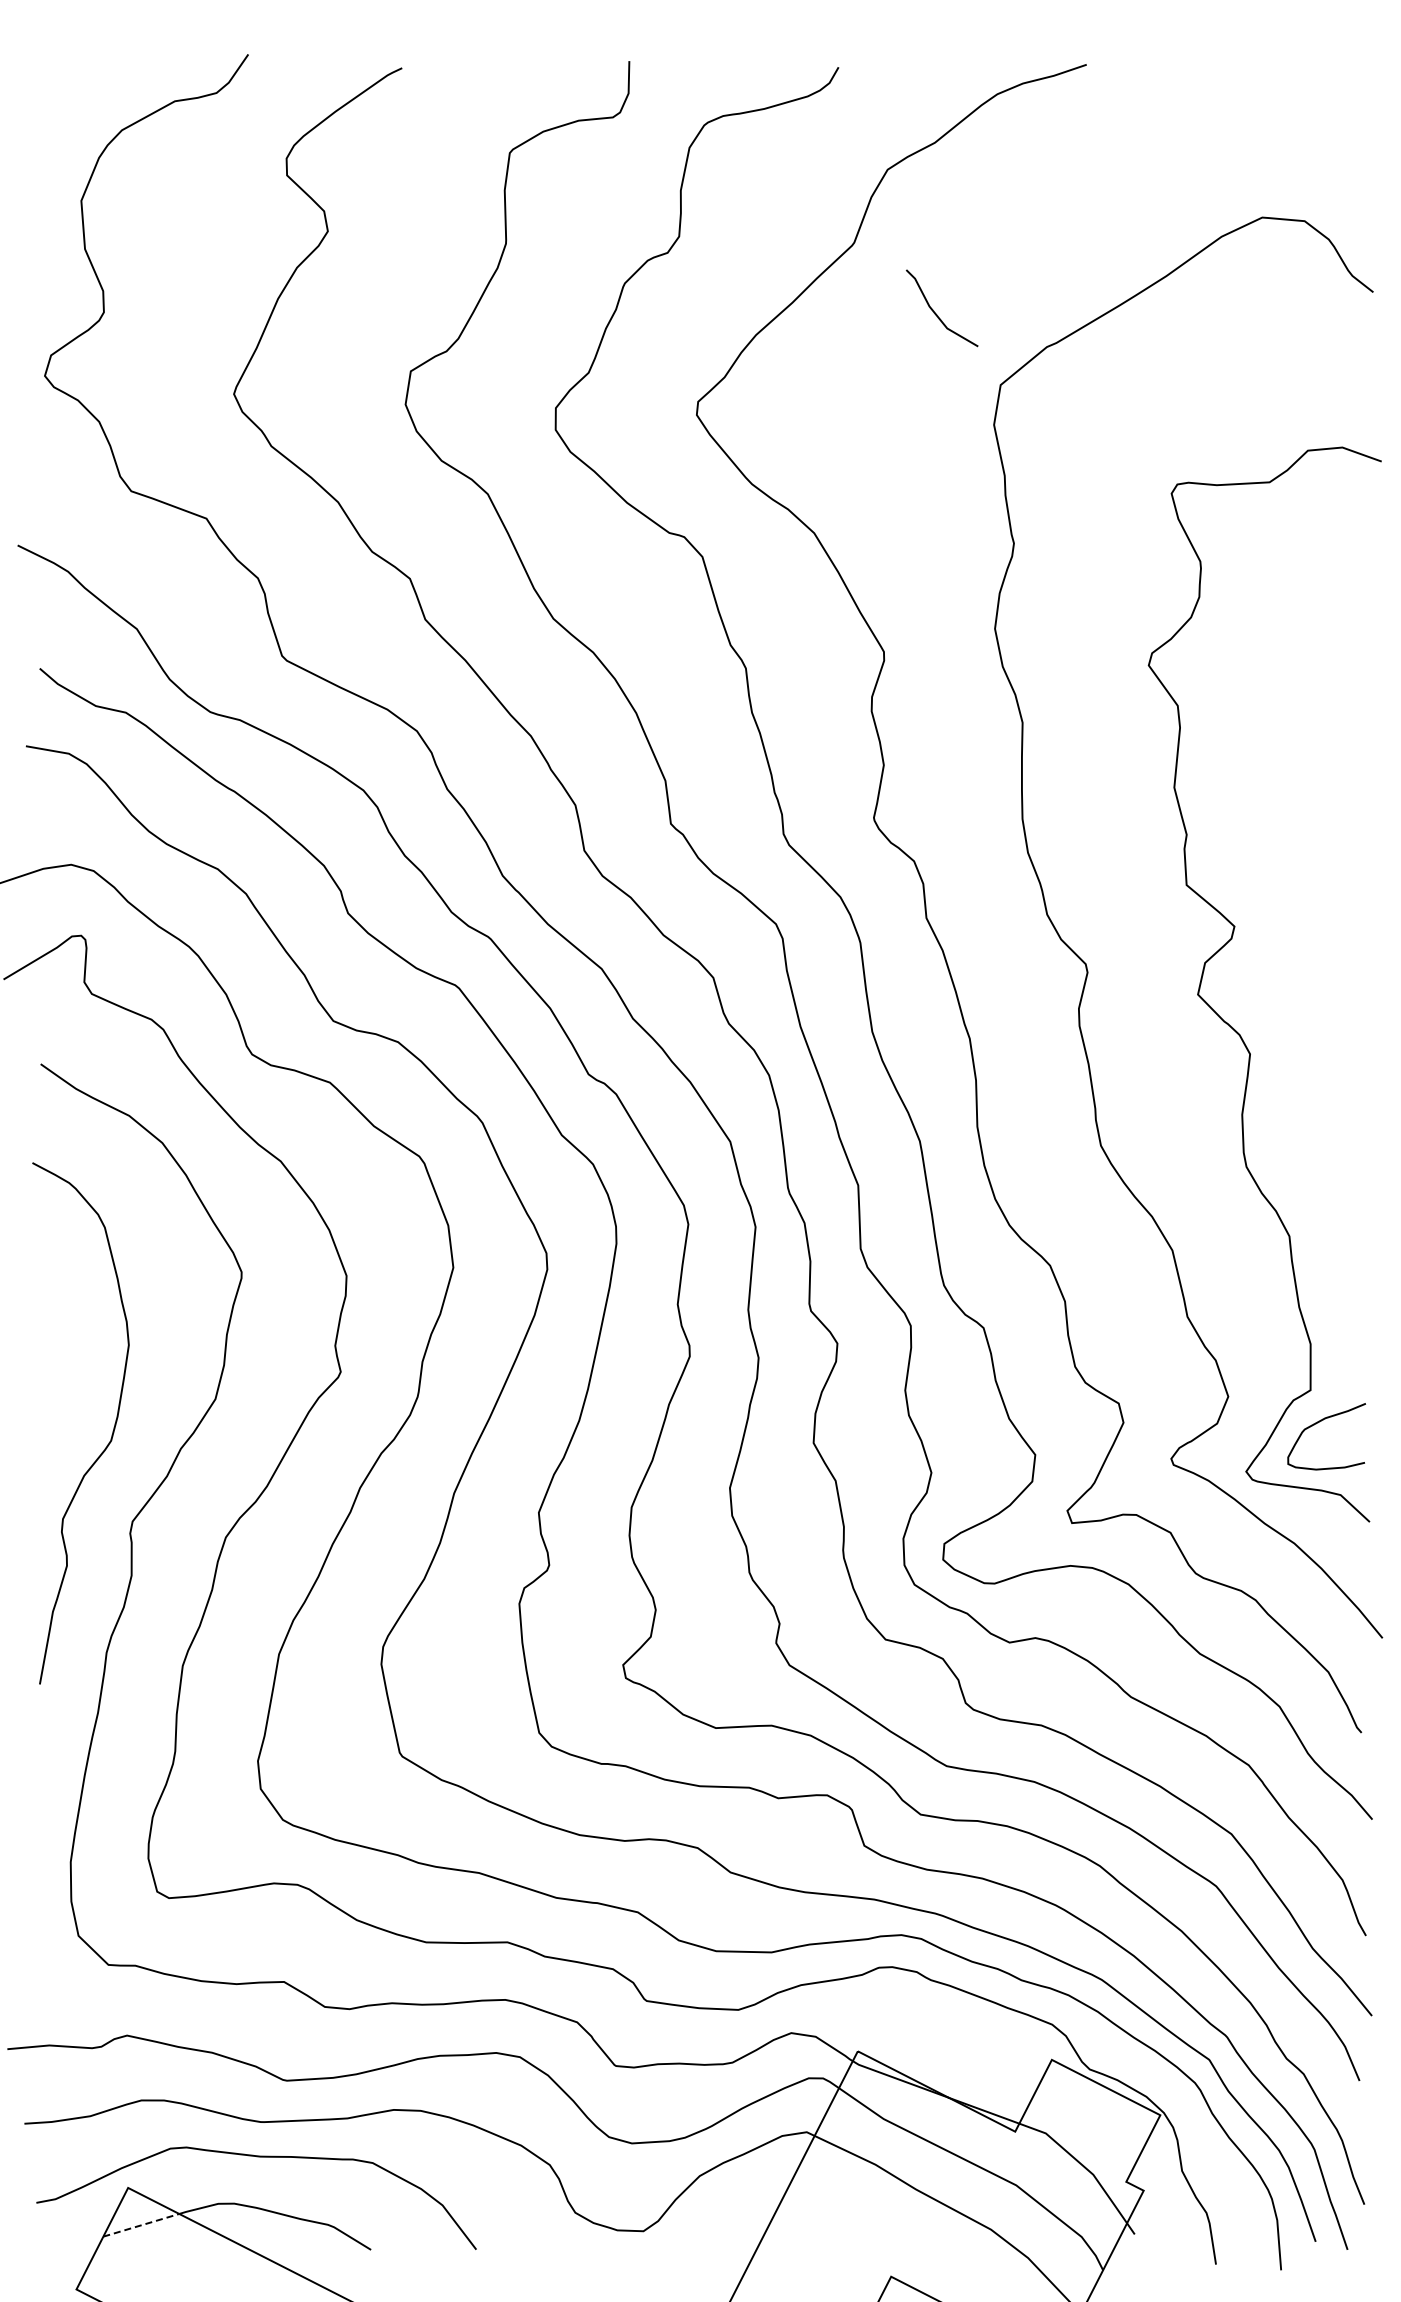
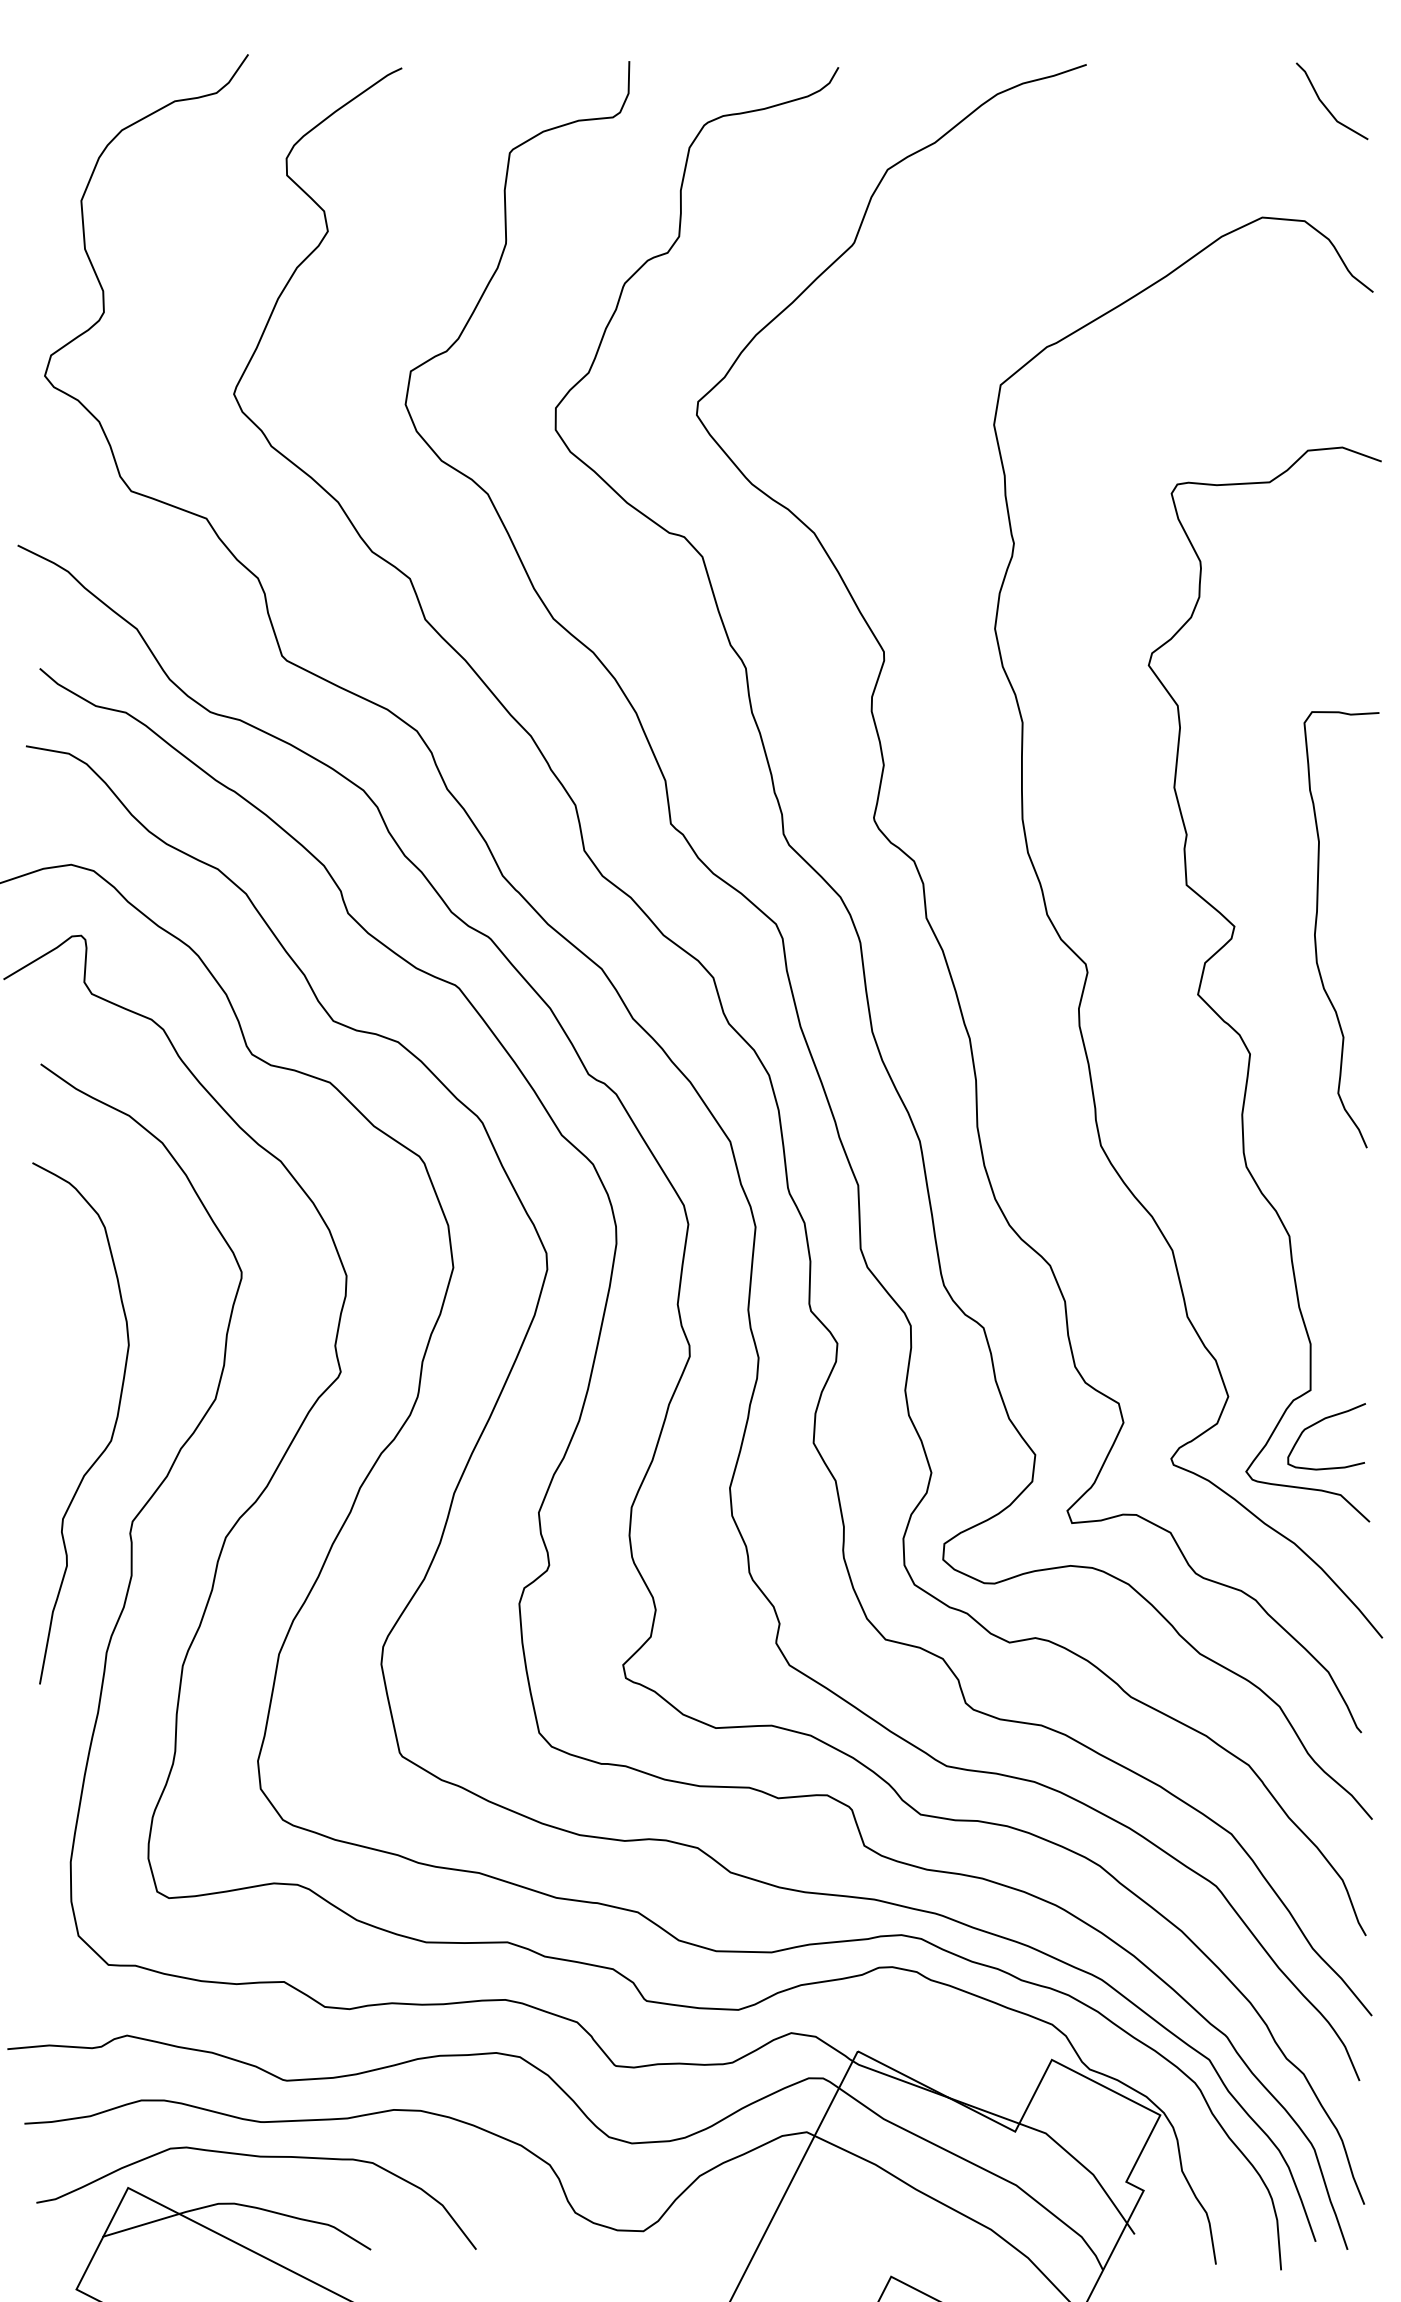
line at (936, 313) position: (936, 313) -> (1326, 106)
curve at (1316, 929): none -> present
line at (141, 2225): dashed -> solid
